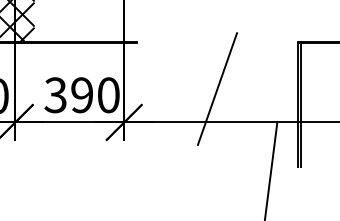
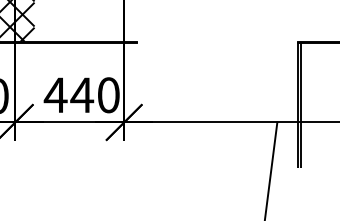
line at (217, 88): present -> none
text at (68, 95): 390 -> 440
